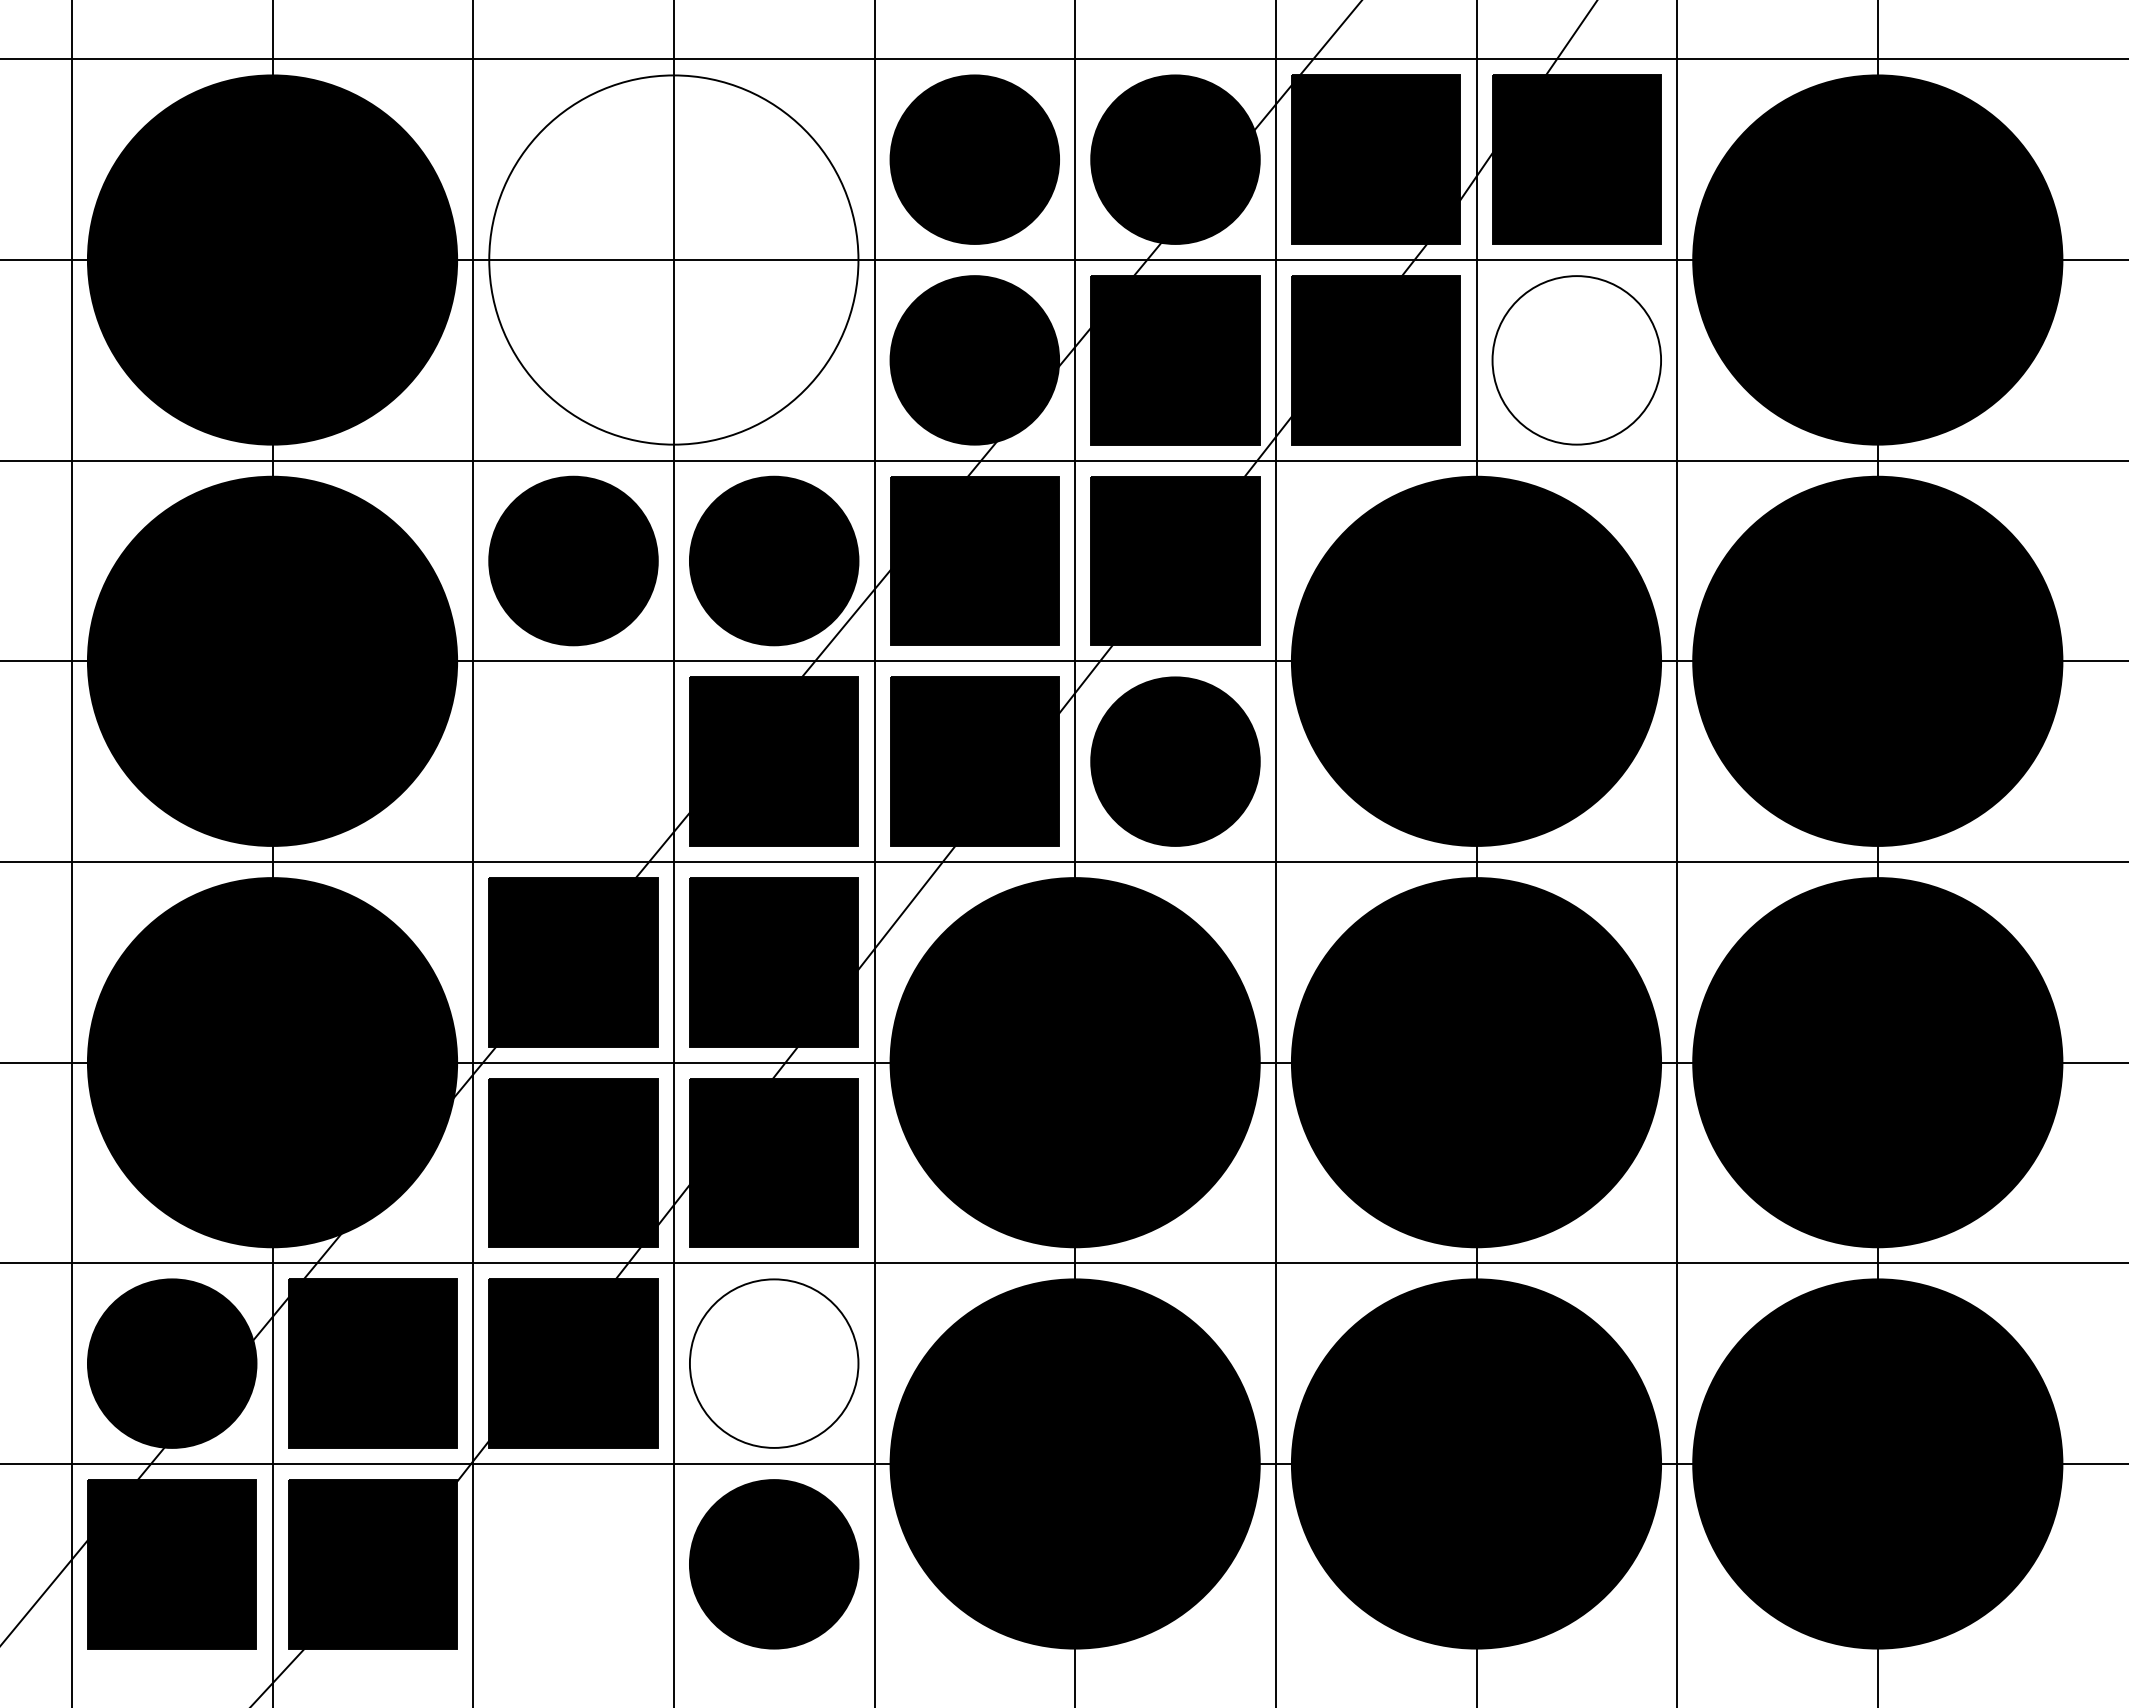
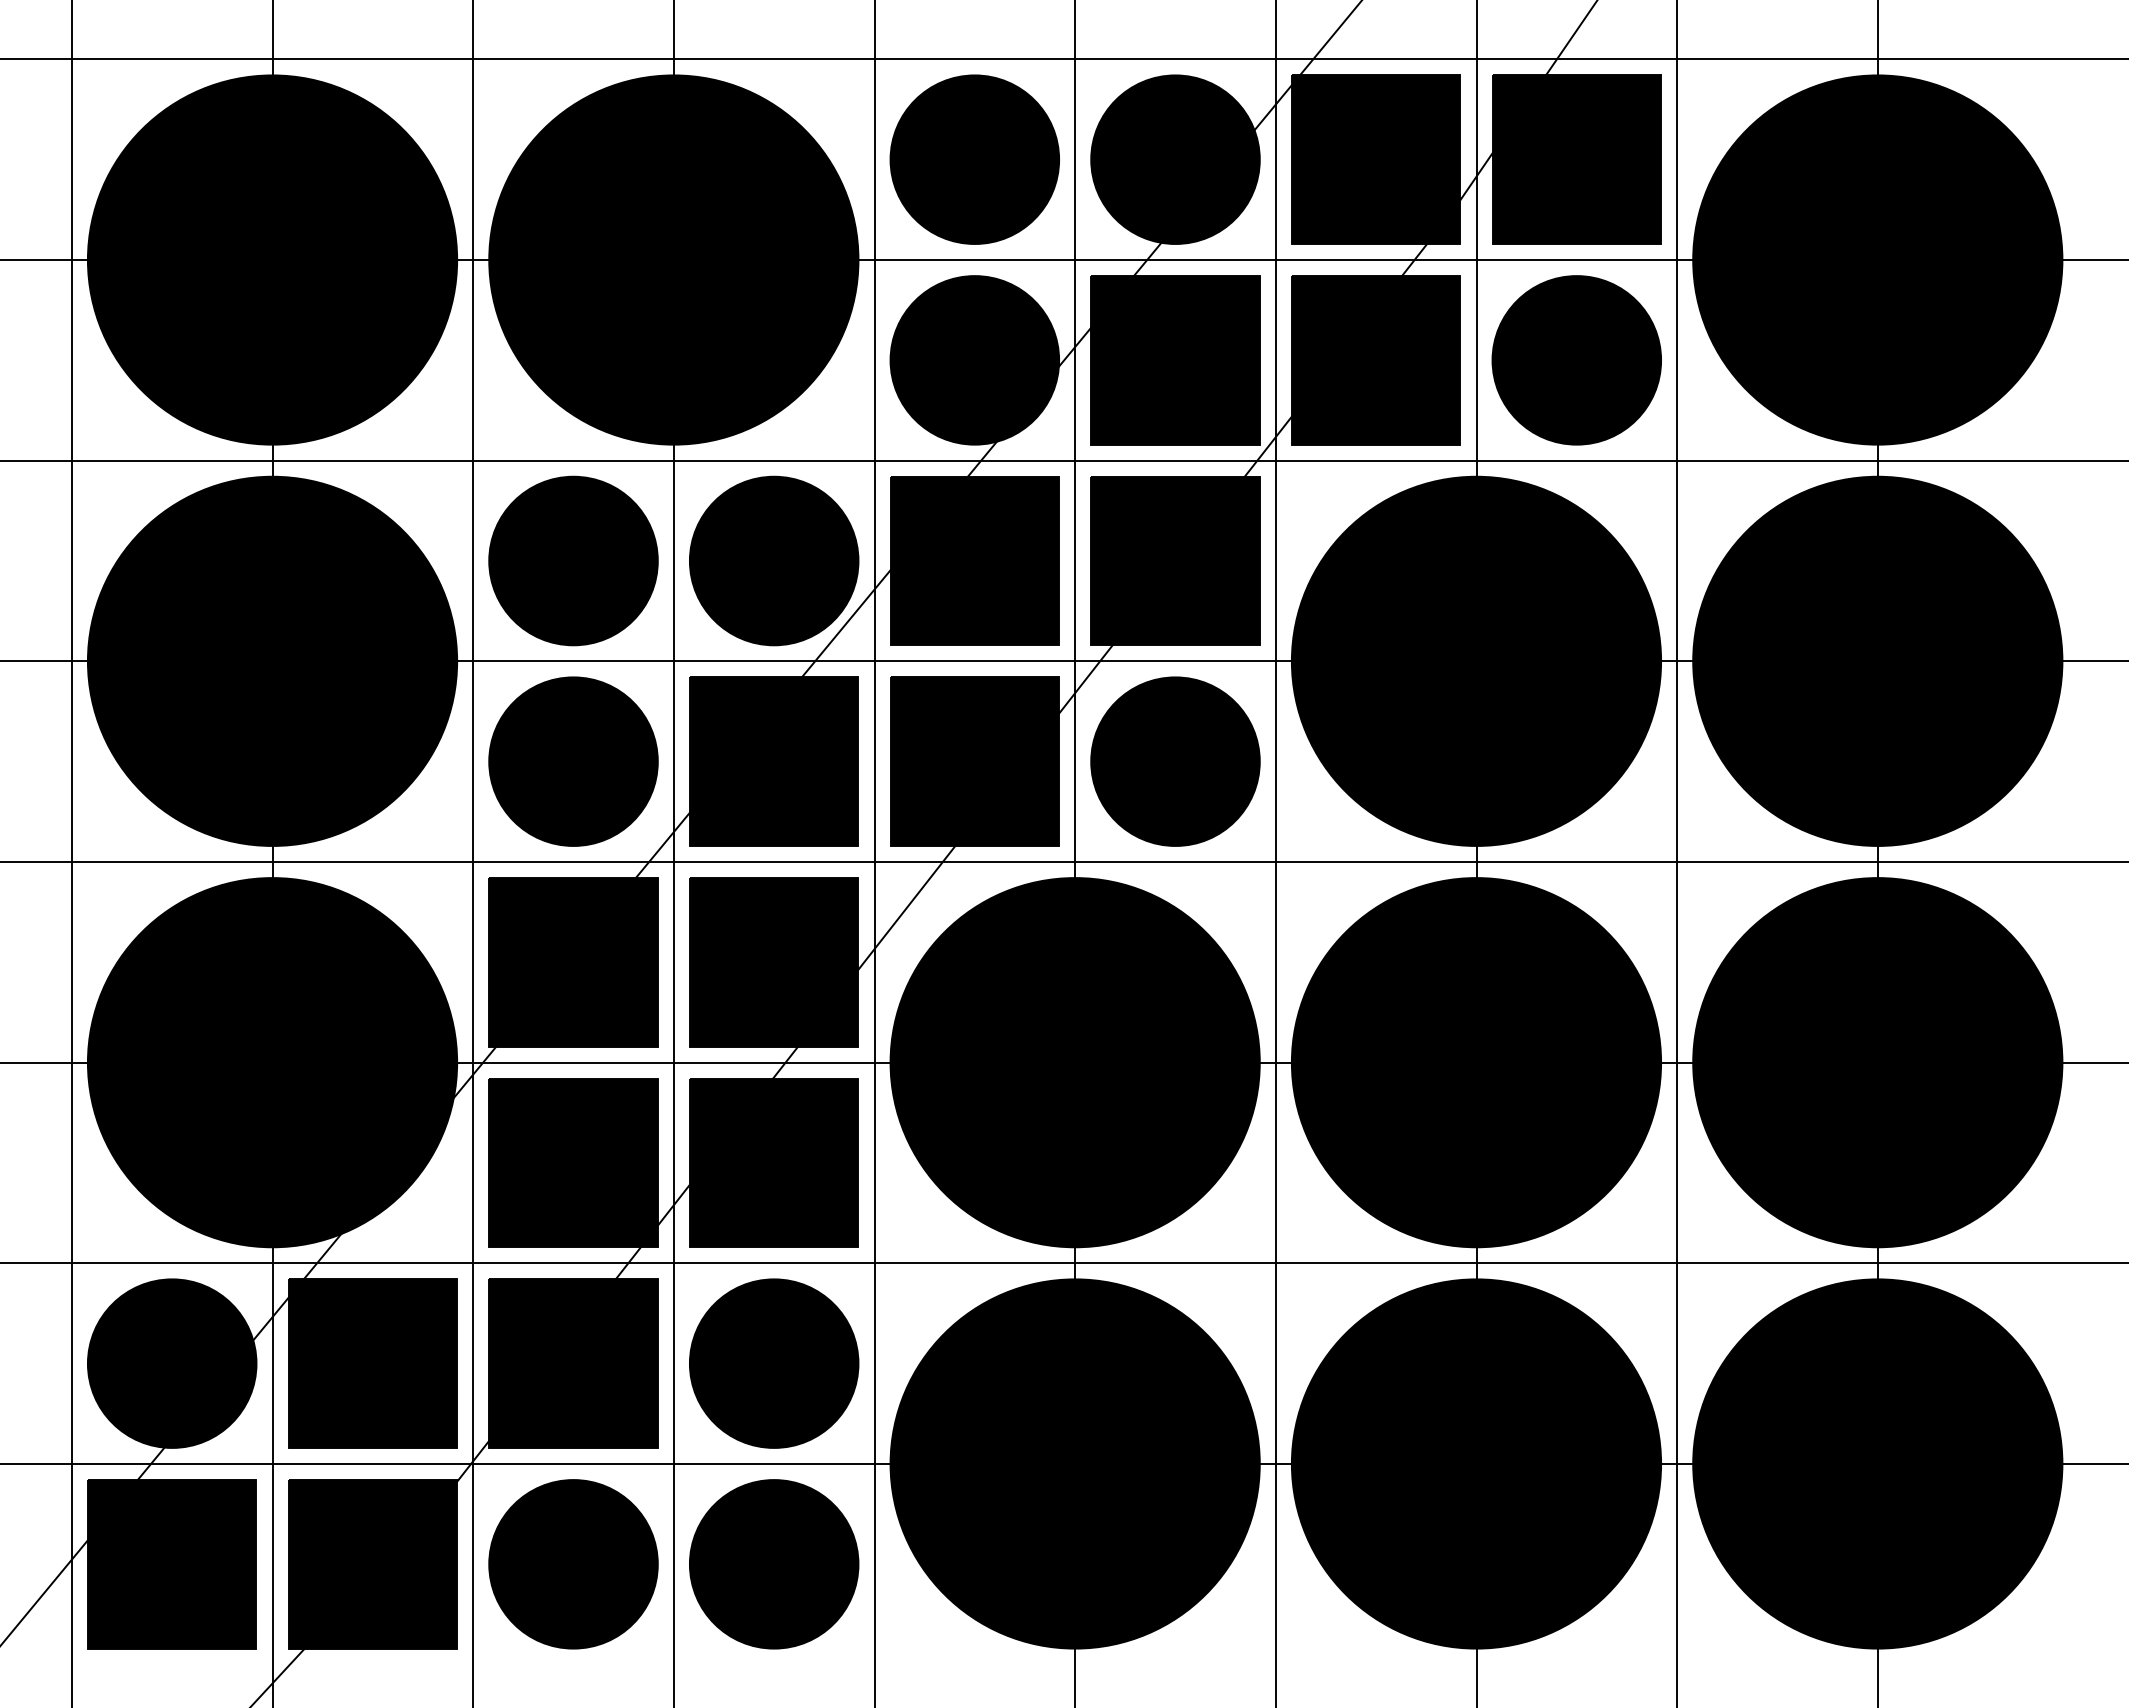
fill at (673, 259): none -> present
fill at (1576, 360): none -> present
part at (573, 761): none -> present
fill at (773, 1363): none -> present
part at (573, 1564): none -> present
